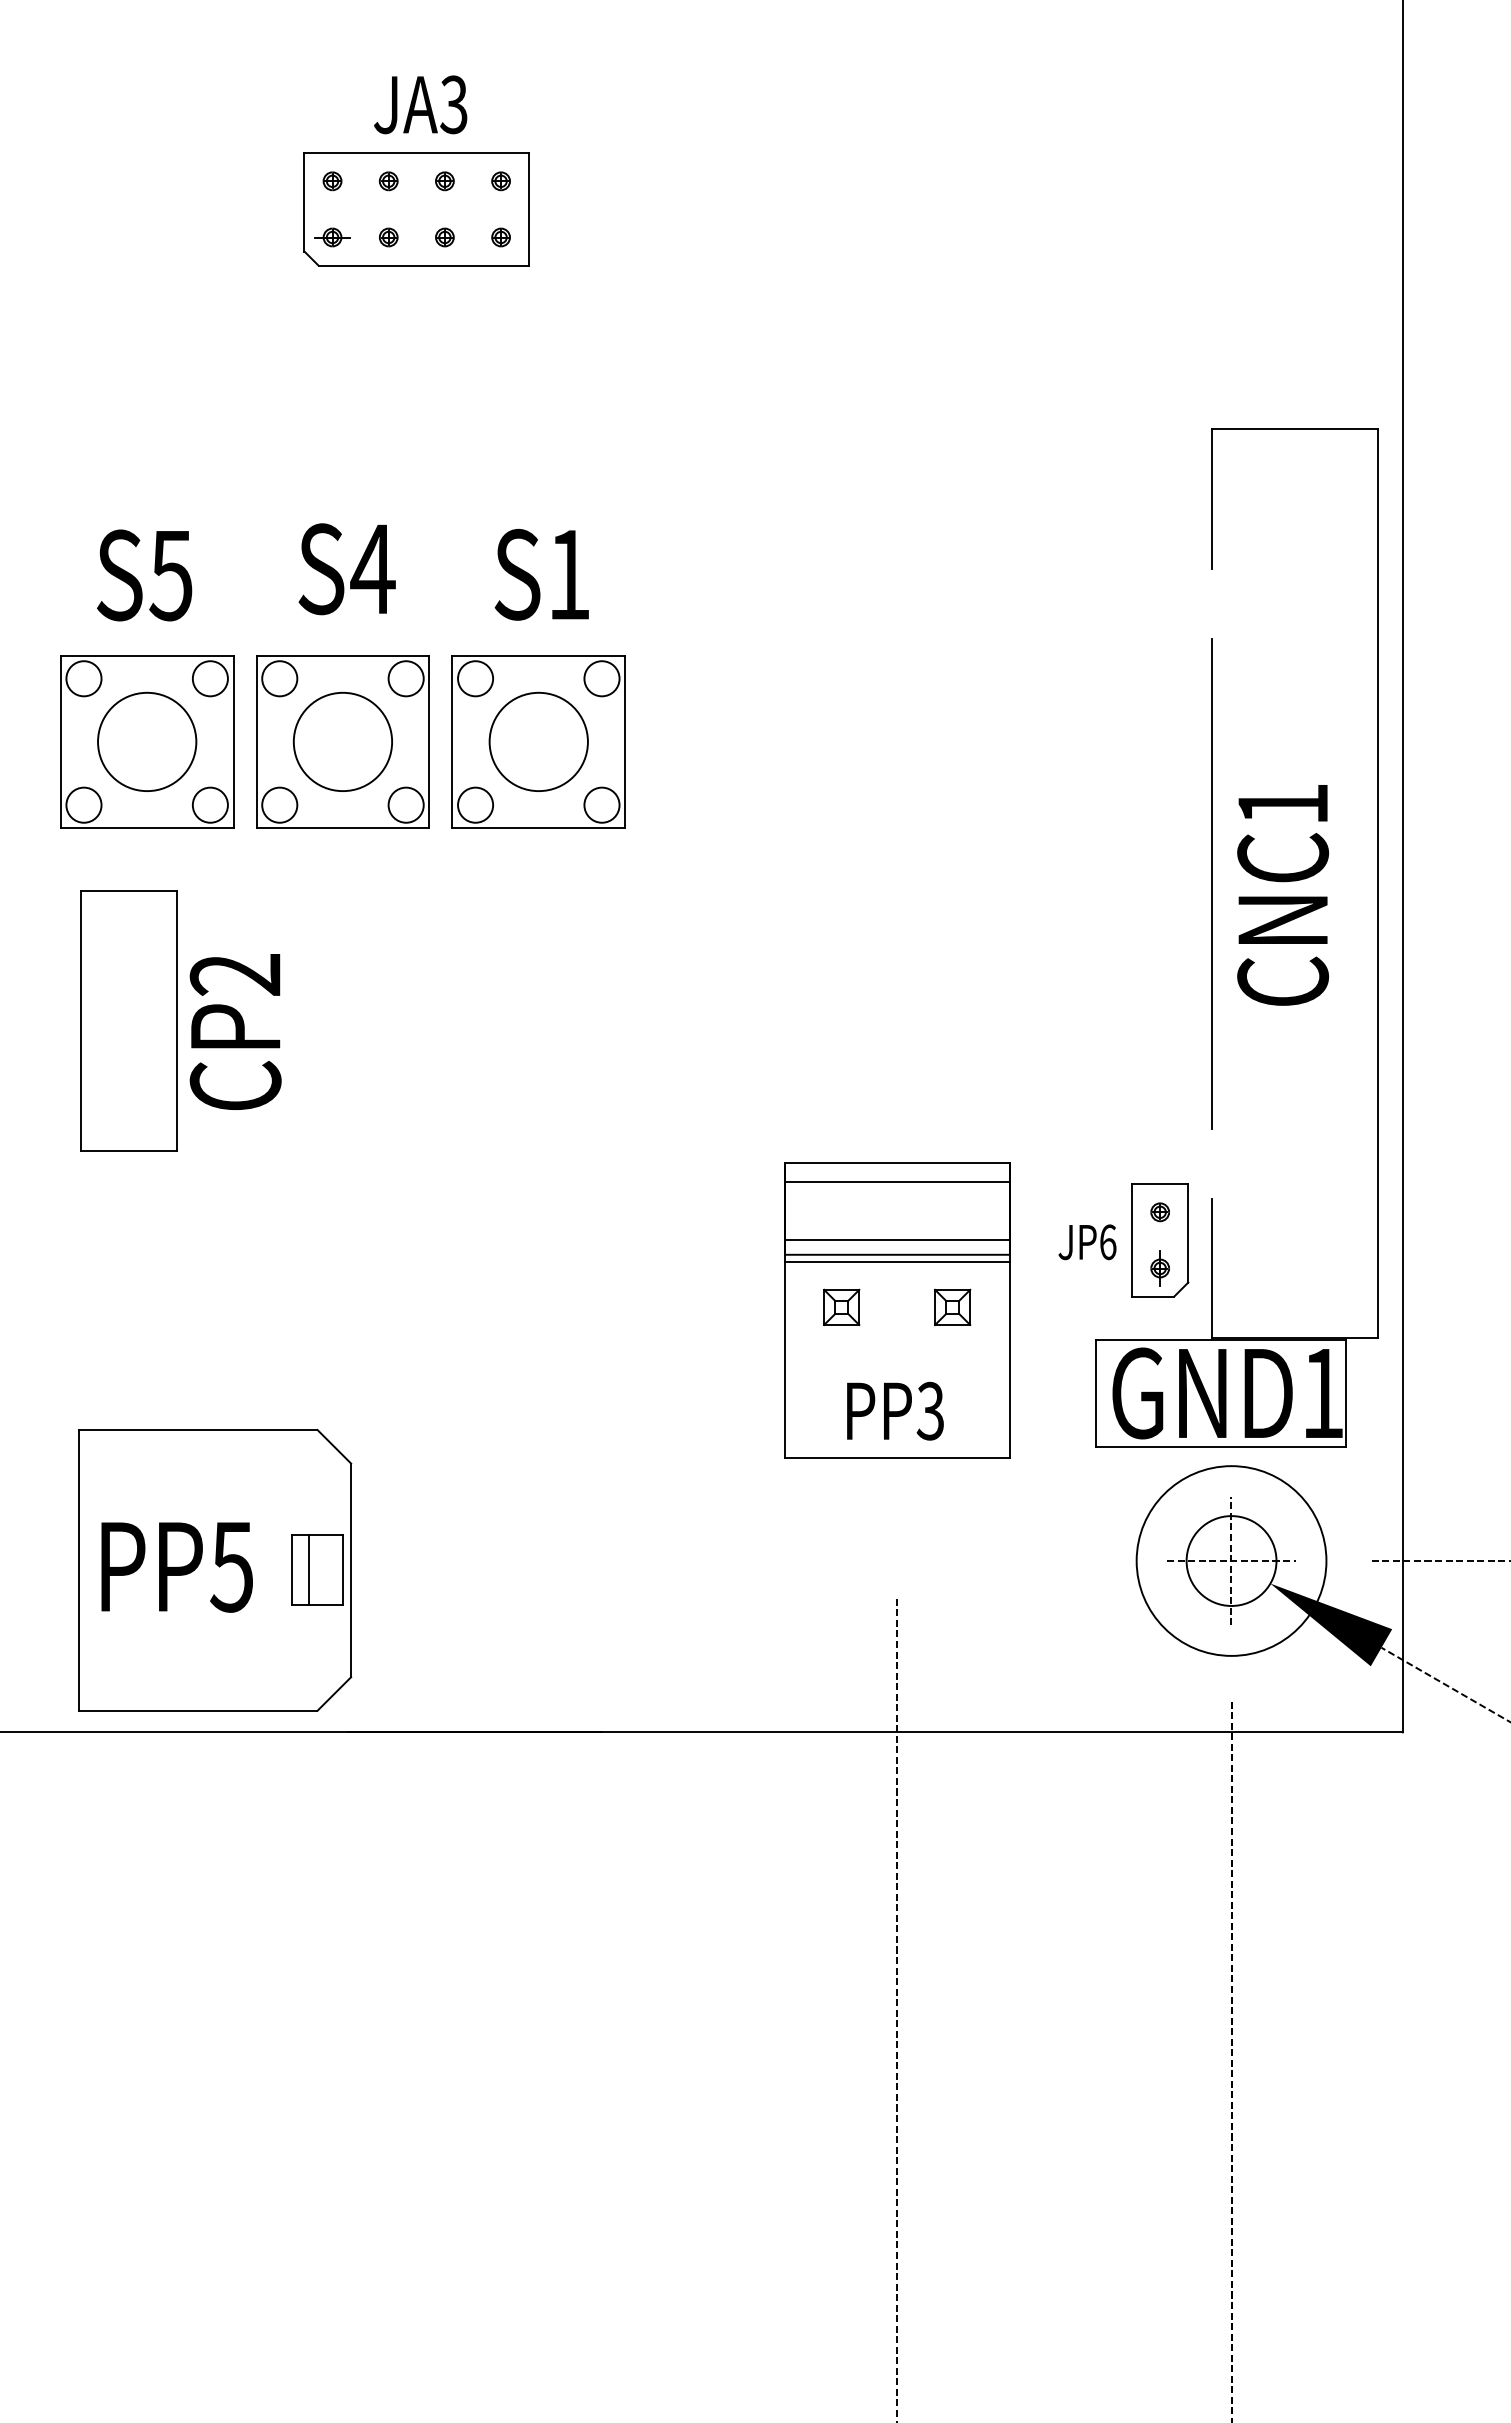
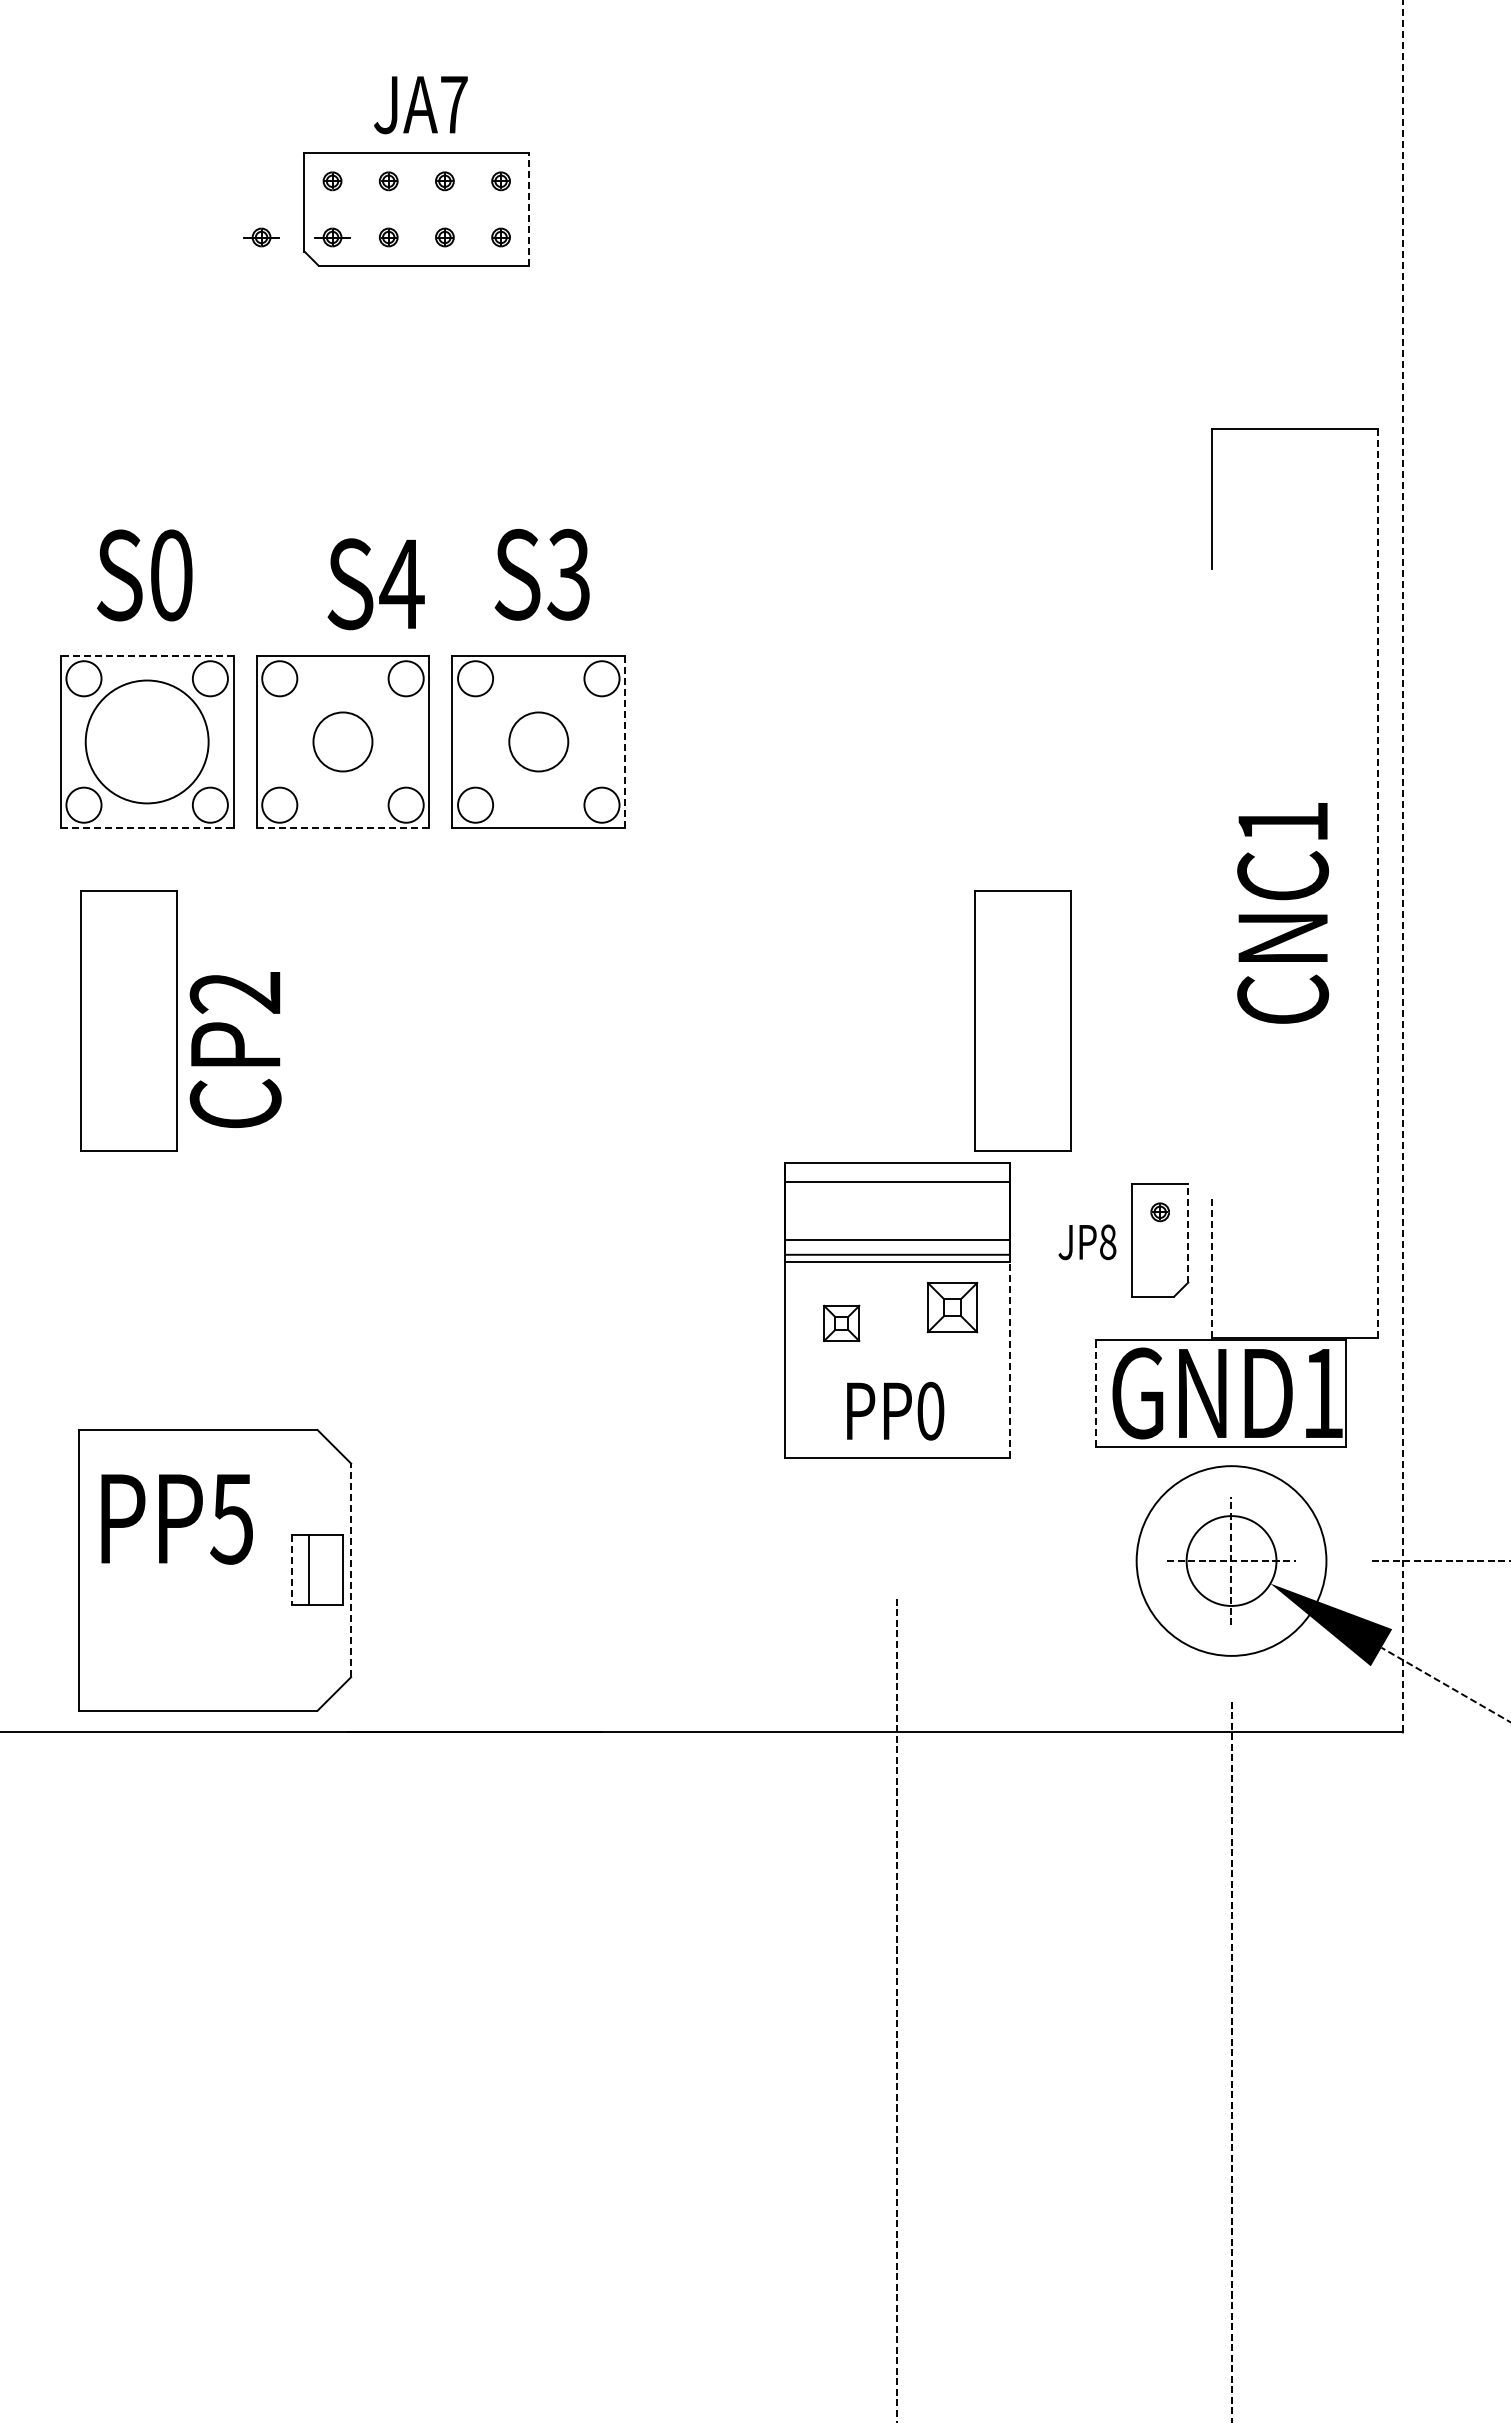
text at (453, 104): JA3 -> JA7
line at (529, 208): solid -> dashed
part at (261, 237): none -> present
text at (346, 569) position: (346, 569) -> (375, 584)
text at (568, 574): S1 -> S3
text at (170, 575): S5 -> S0
line at (146, 655): solid -> dashed
circle at (147, 741) diameter: 98 px -> 123 px
circle at (342, 741) diameter: 98 px -> 59 px
circle at (538, 741) diameter: 98 px -> 59 px
line at (625, 741): solid -> dashed
line at (147, 828): solid -> dashed
line at (343, 828): solid -> dashed
line at (1402, 866): solid -> dashed
line at (1211, 883): present -> none
line at (1377, 883): solid -> dashed
text at (1282, 895) position: (1282, 895) -> (1282, 913)
part at (1022, 1020): none -> present
text at (235, 1031) position: (235, 1031) -> (235, 1049)
line at (1188, 1232): solid -> dashed
text at (1108, 1242): JP6 -> JP8
part at (1159, 1268): present -> none
line at (1211, 1268): solid -> dashed
part at (841, 1306) position: (841, 1306) -> (841, 1322)
part at (952, 1306) size: 38x38 px -> 53x52 px
line at (1009, 1359): solid -> dashed
line at (1095, 1393): solid -> dashed
text at (930, 1411): PP3 -> PP0
text at (176, 1567) position: (176, 1567) -> (176, 1519)
line at (292, 1570): solid -> dashed
line at (351, 1570): solid -> dashed
